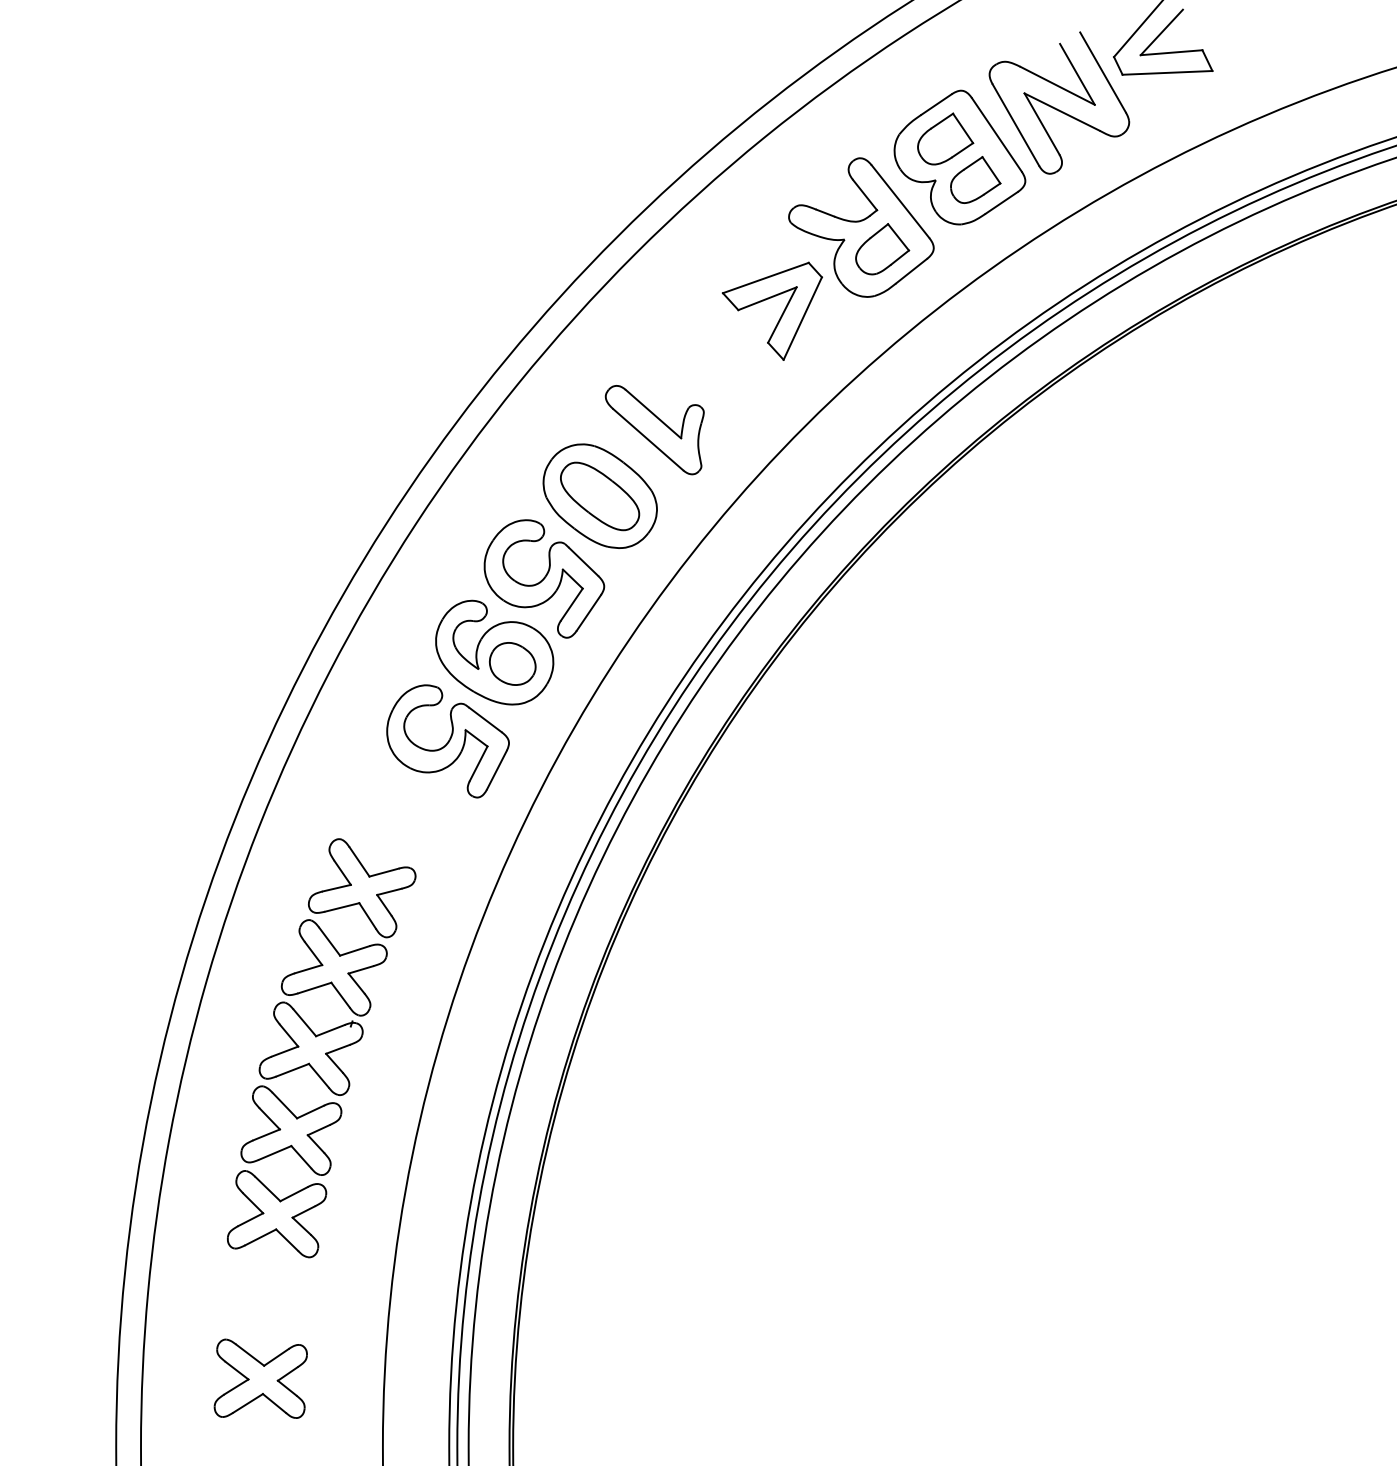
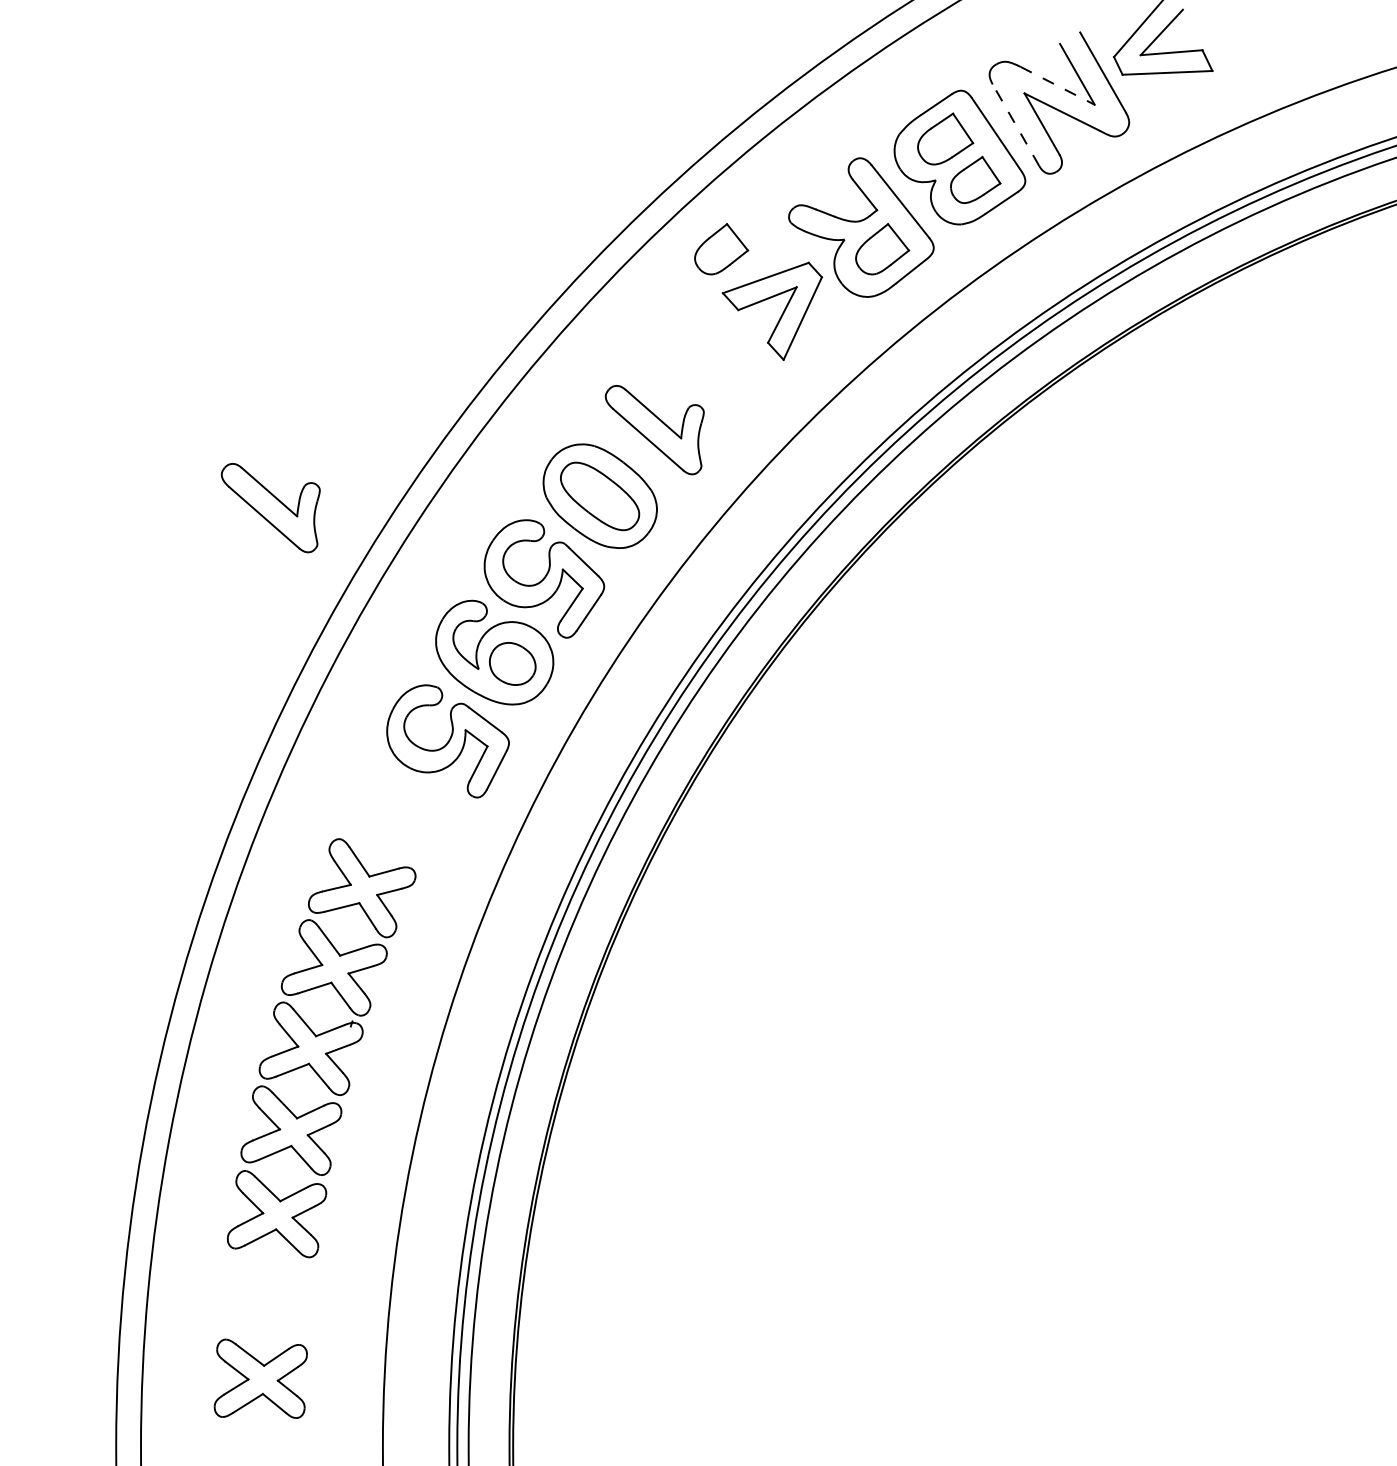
line at (1057, 85): solid -> dashed
line at (1015, 125): solid -> dashed
part at (721, 249): none -> present
part at (270, 508): none -> present
